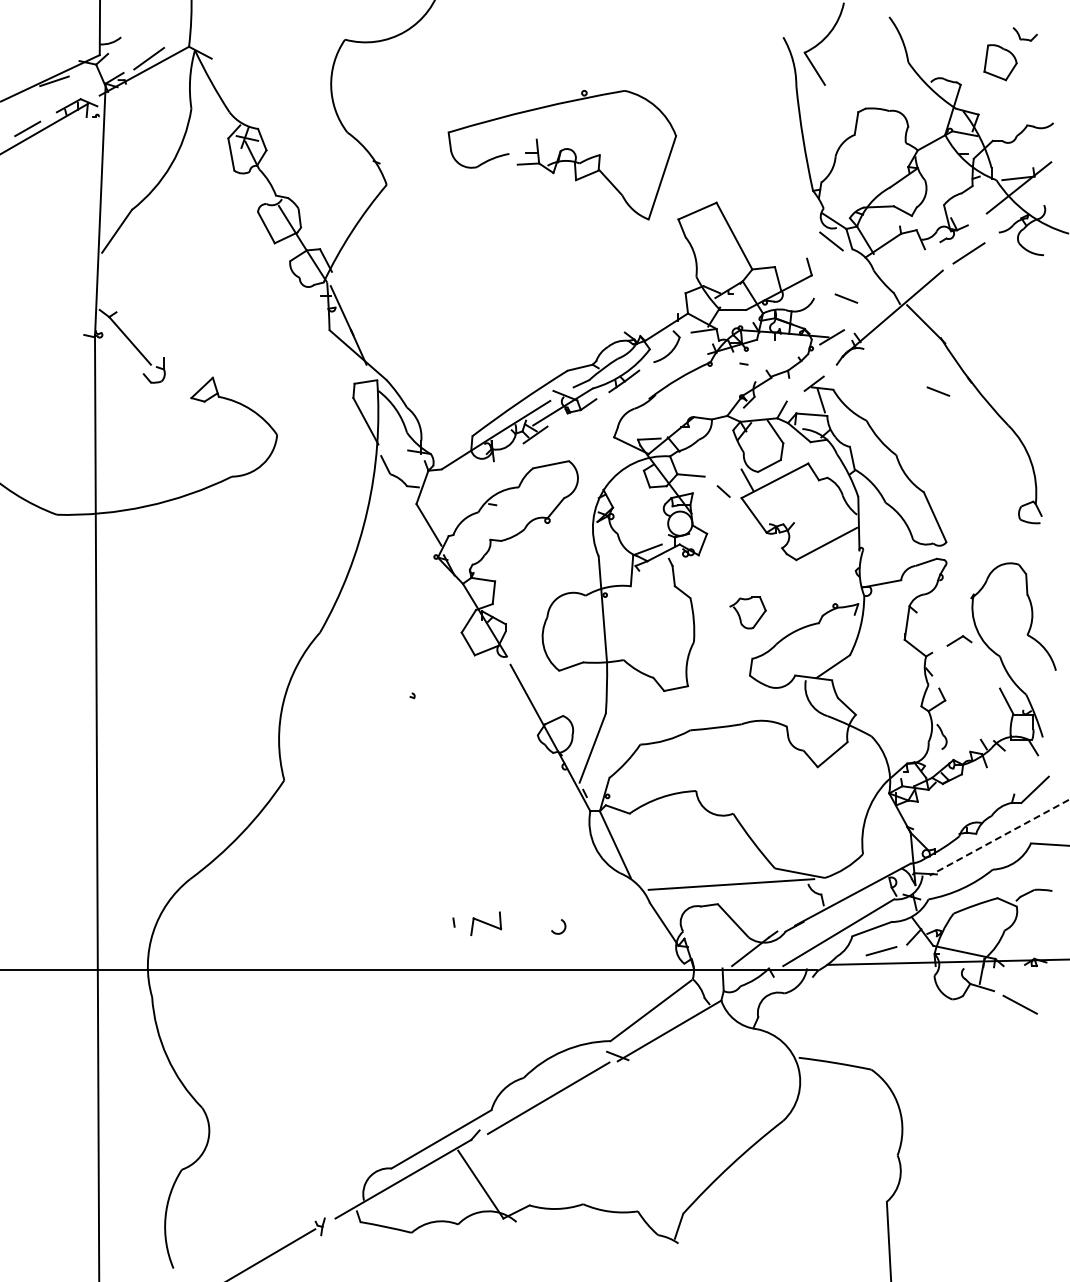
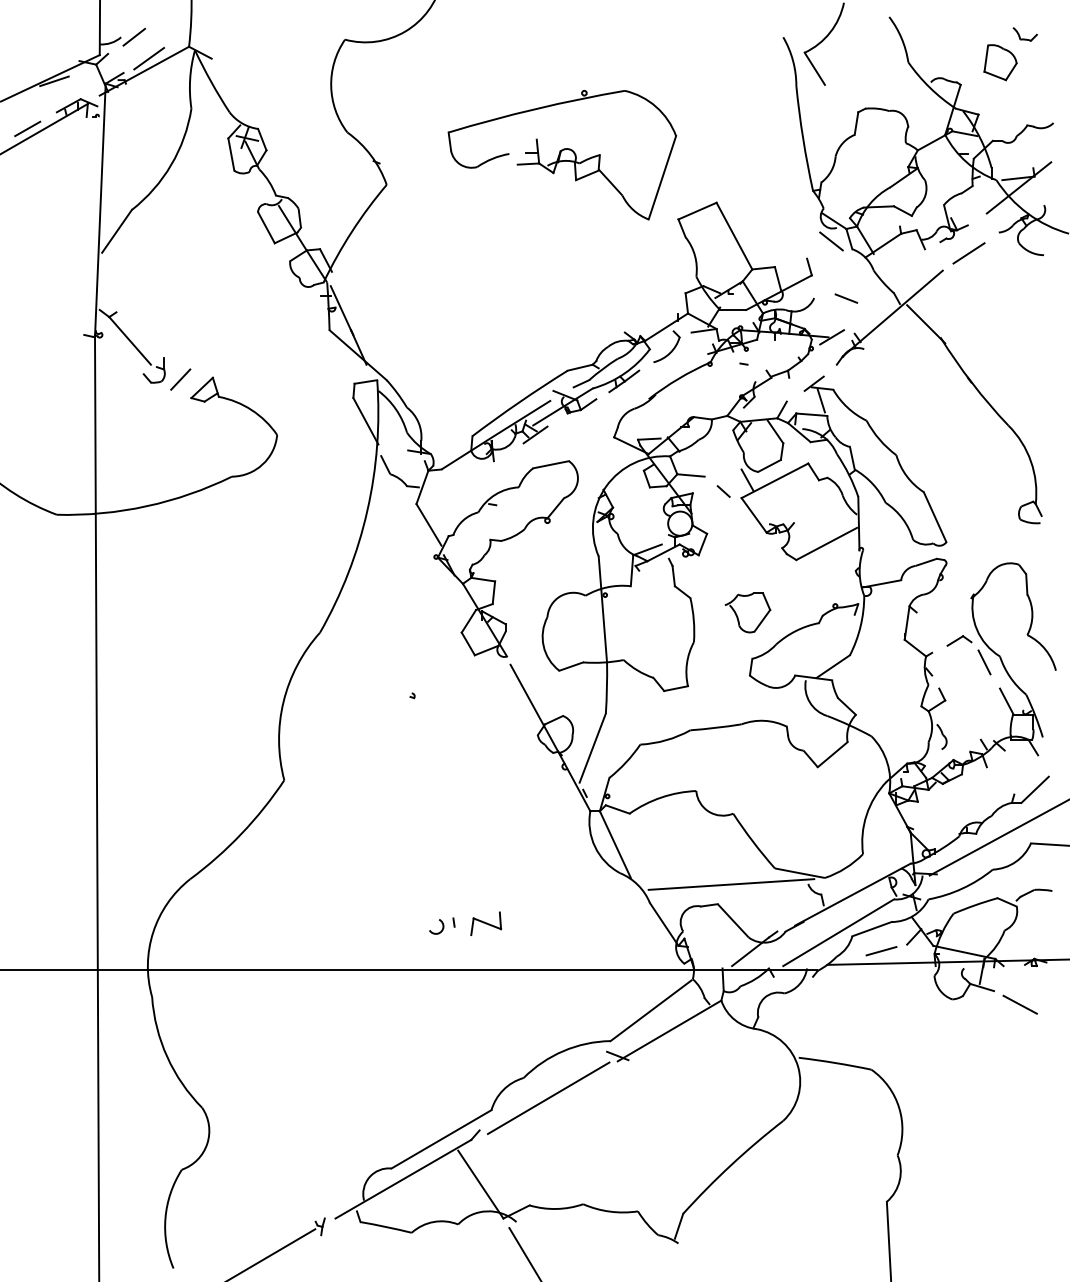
line at (134, 36): none -> present
line at (180, 379): none -> present
line at (938, 391): present -> none
part at (747, 612) size: 38x34 px -> 48x42 px
line at (984, 662): none -> present
line at (999, 837): dashed -> solid
arc at (563, 923) position: (563, 923) -> (441, 923)
line at (524, 1253): none -> present
